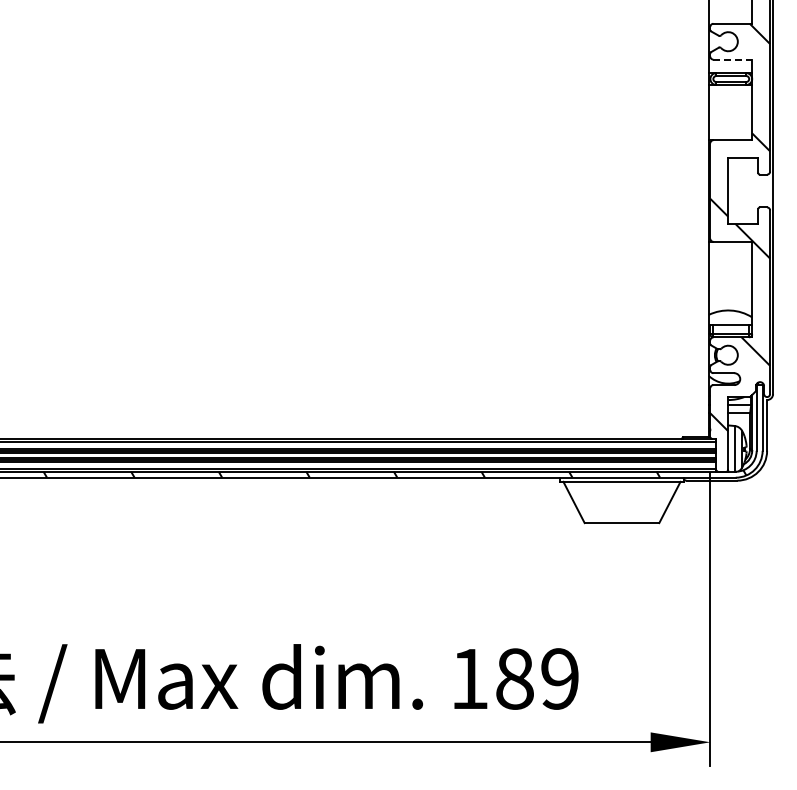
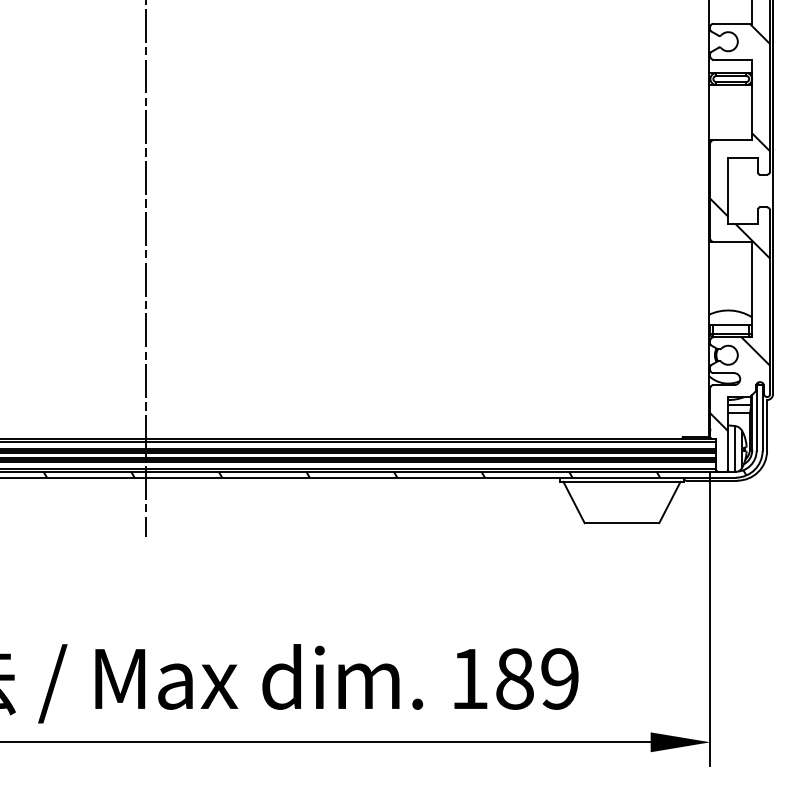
line at (733, 59): dashed -> solid
line at (146, 269): none -> present
